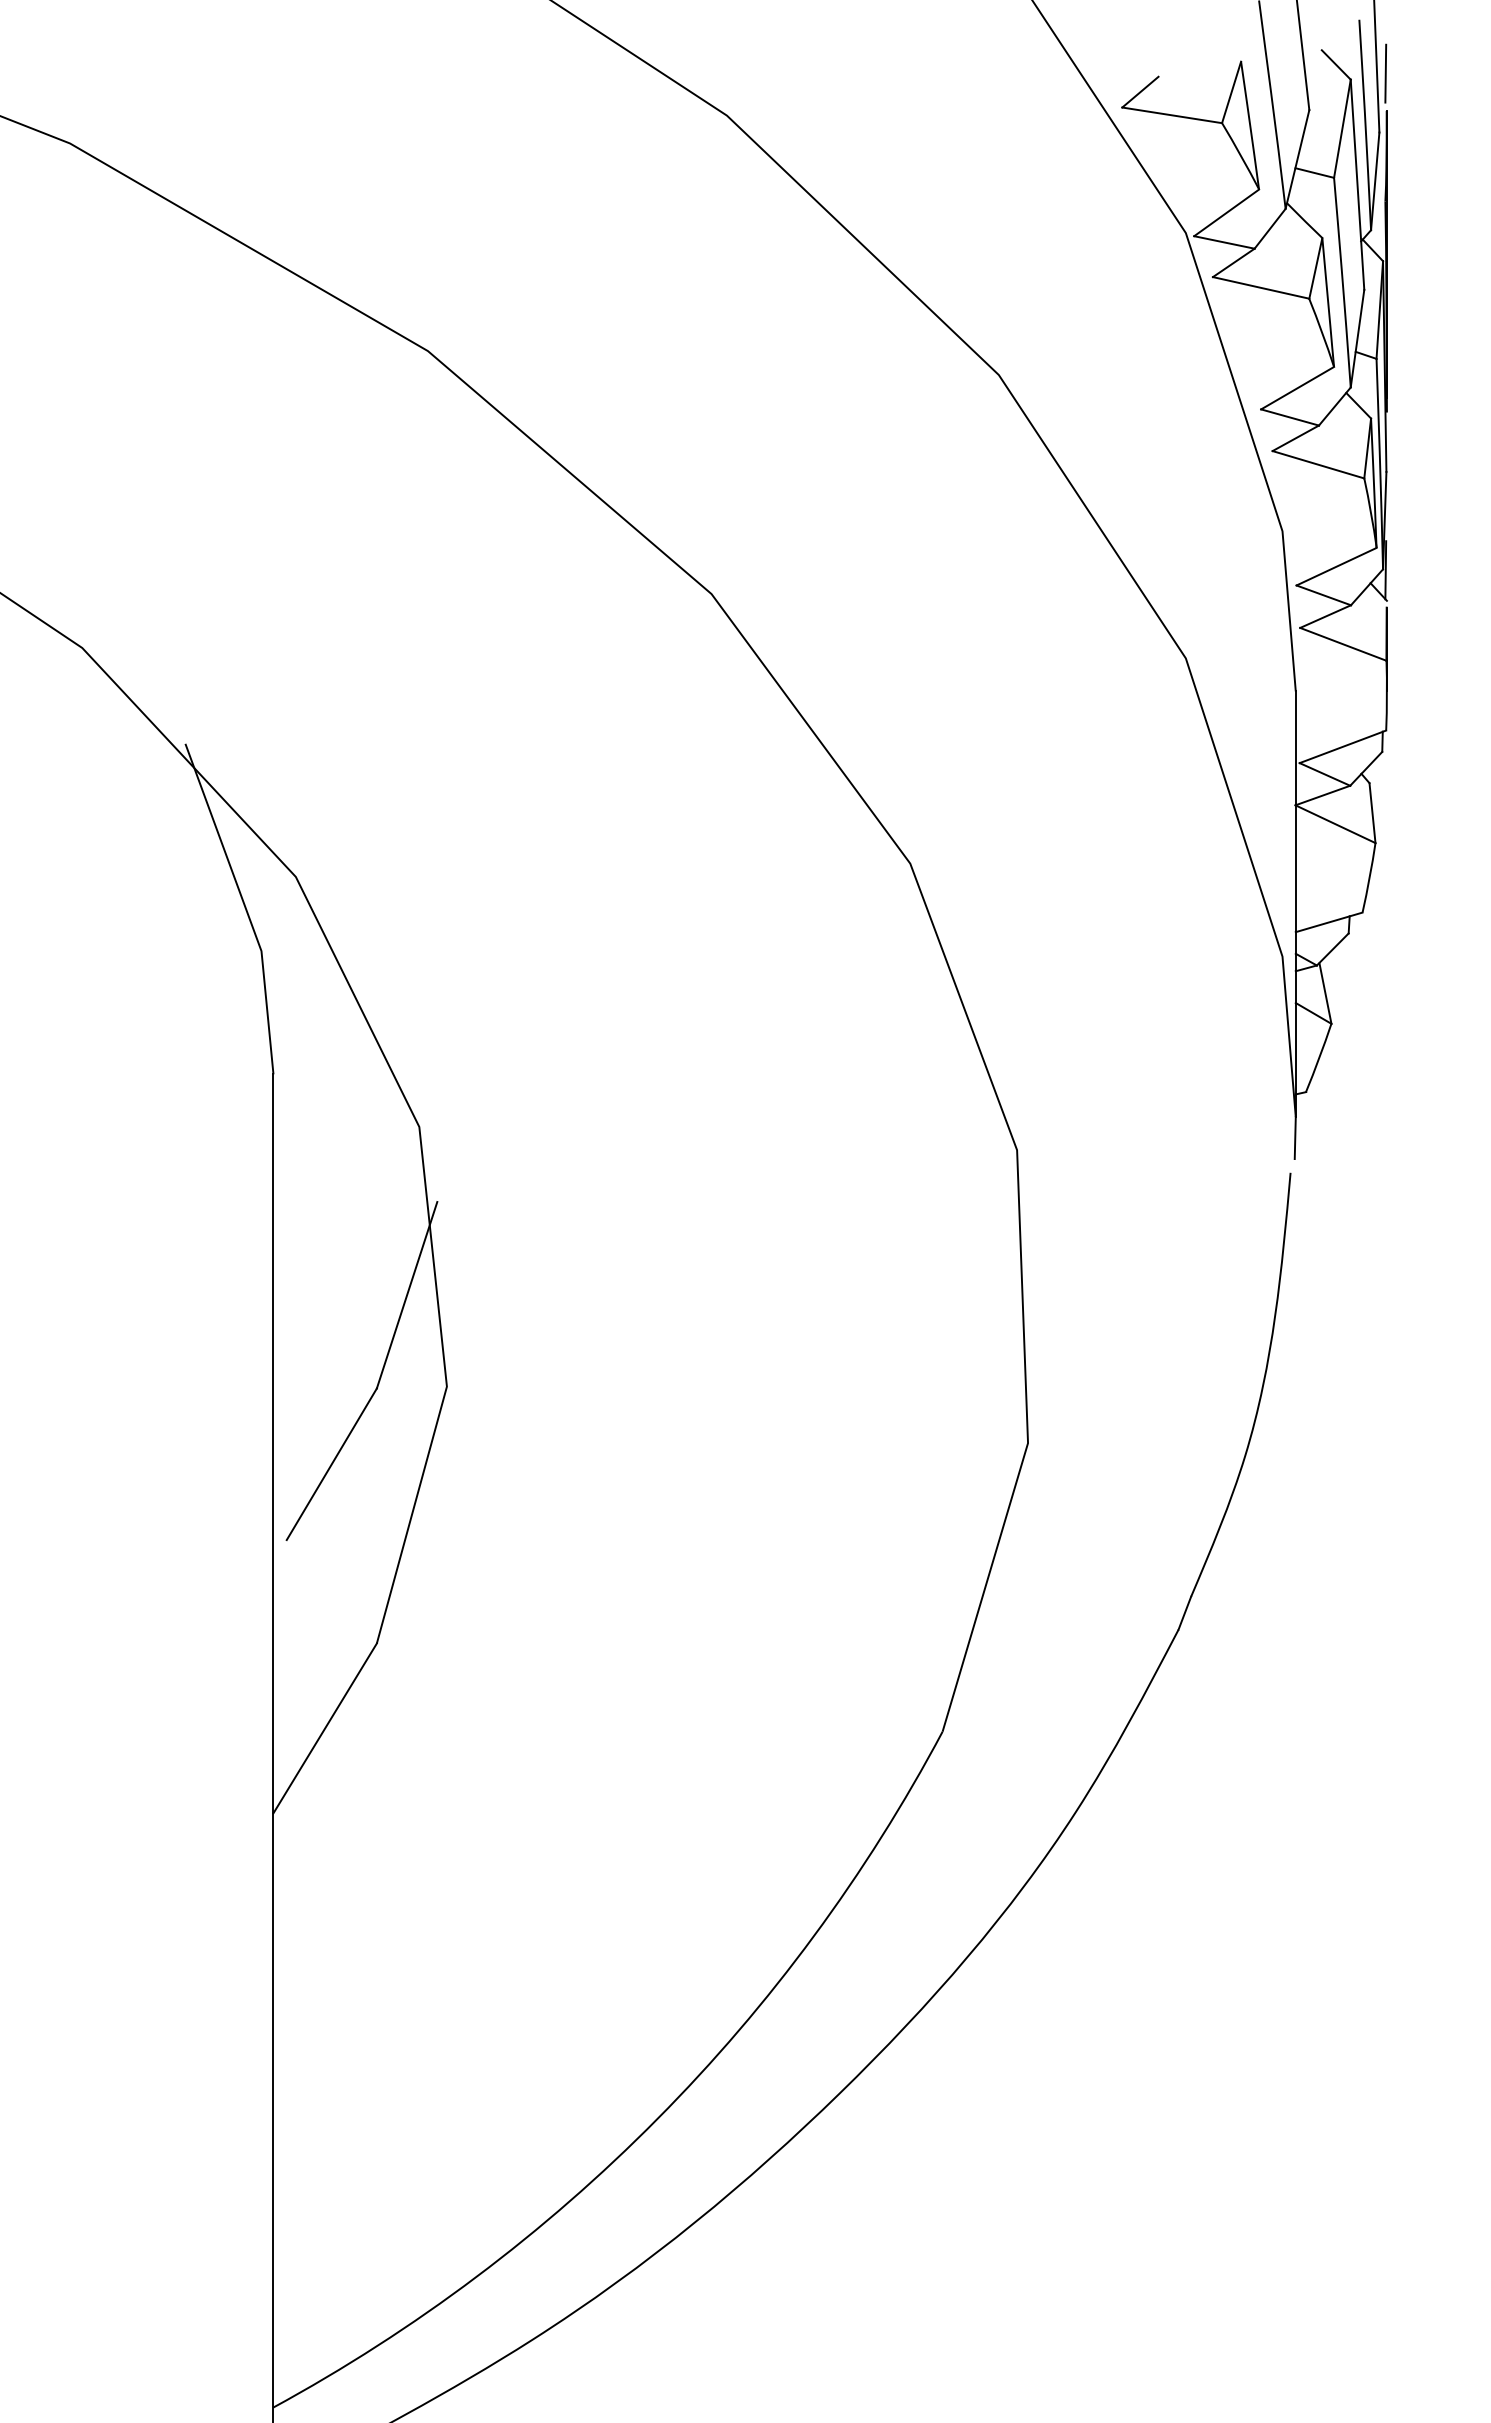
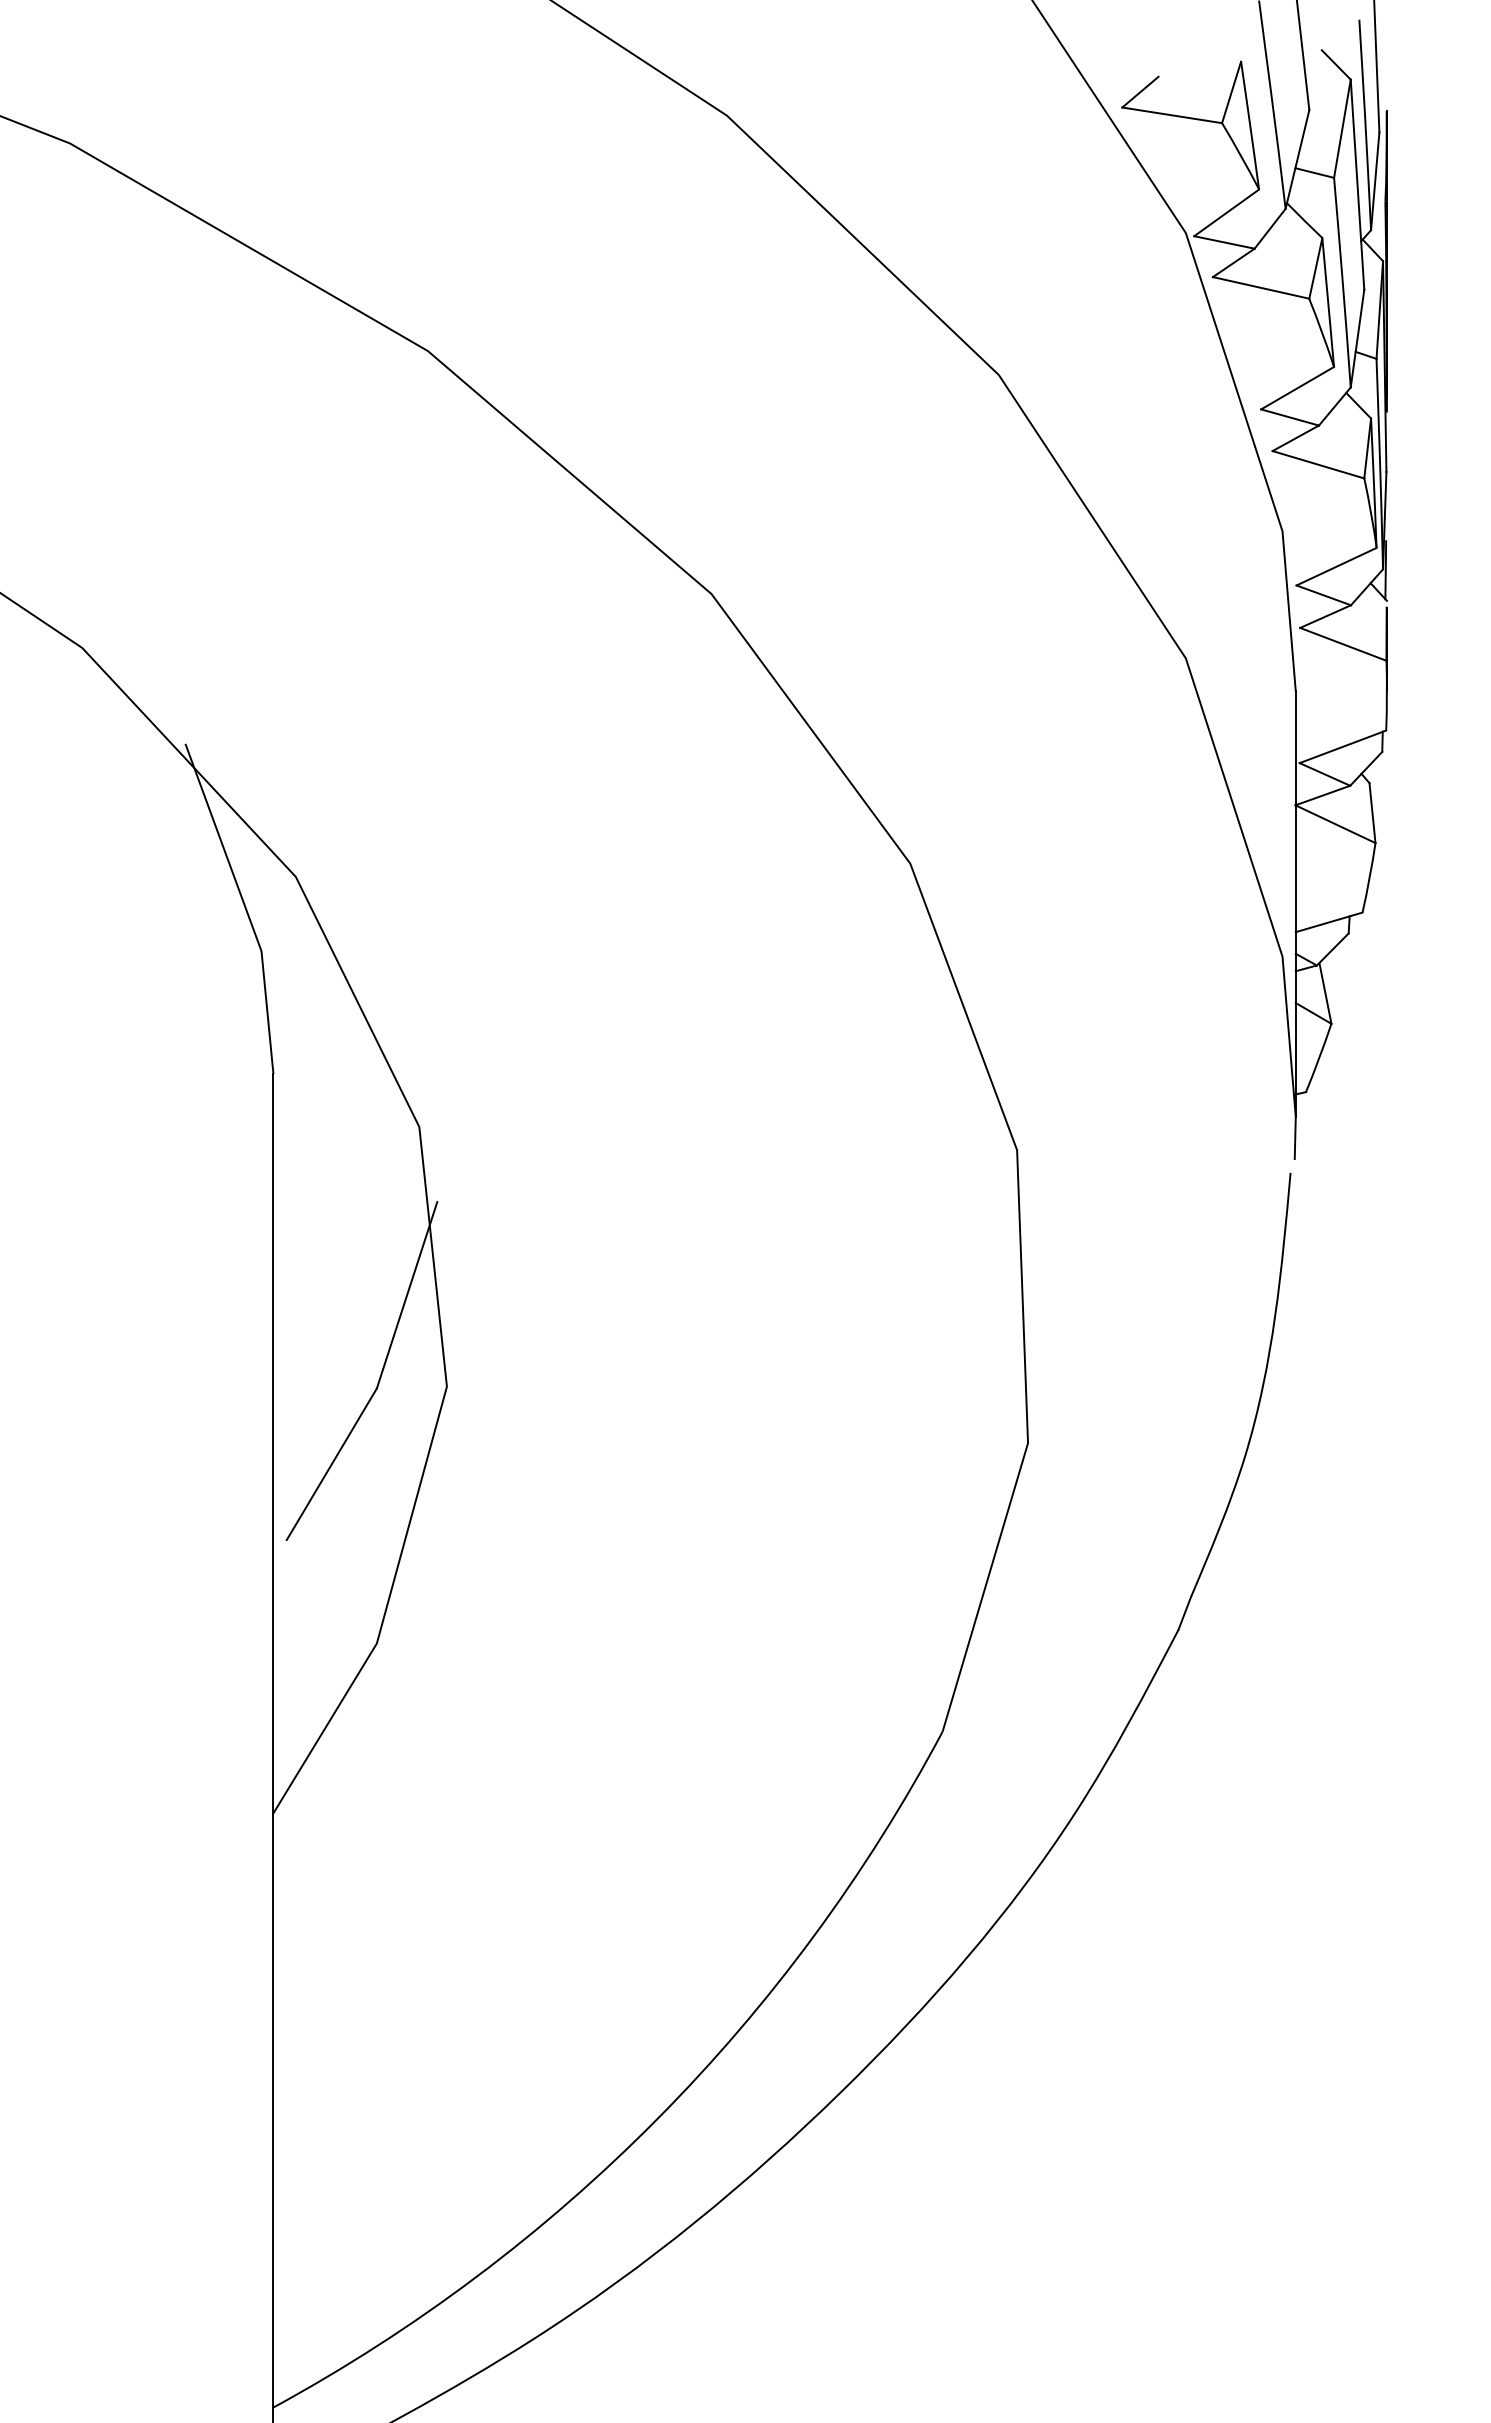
line at (1385, 73): present -> none
